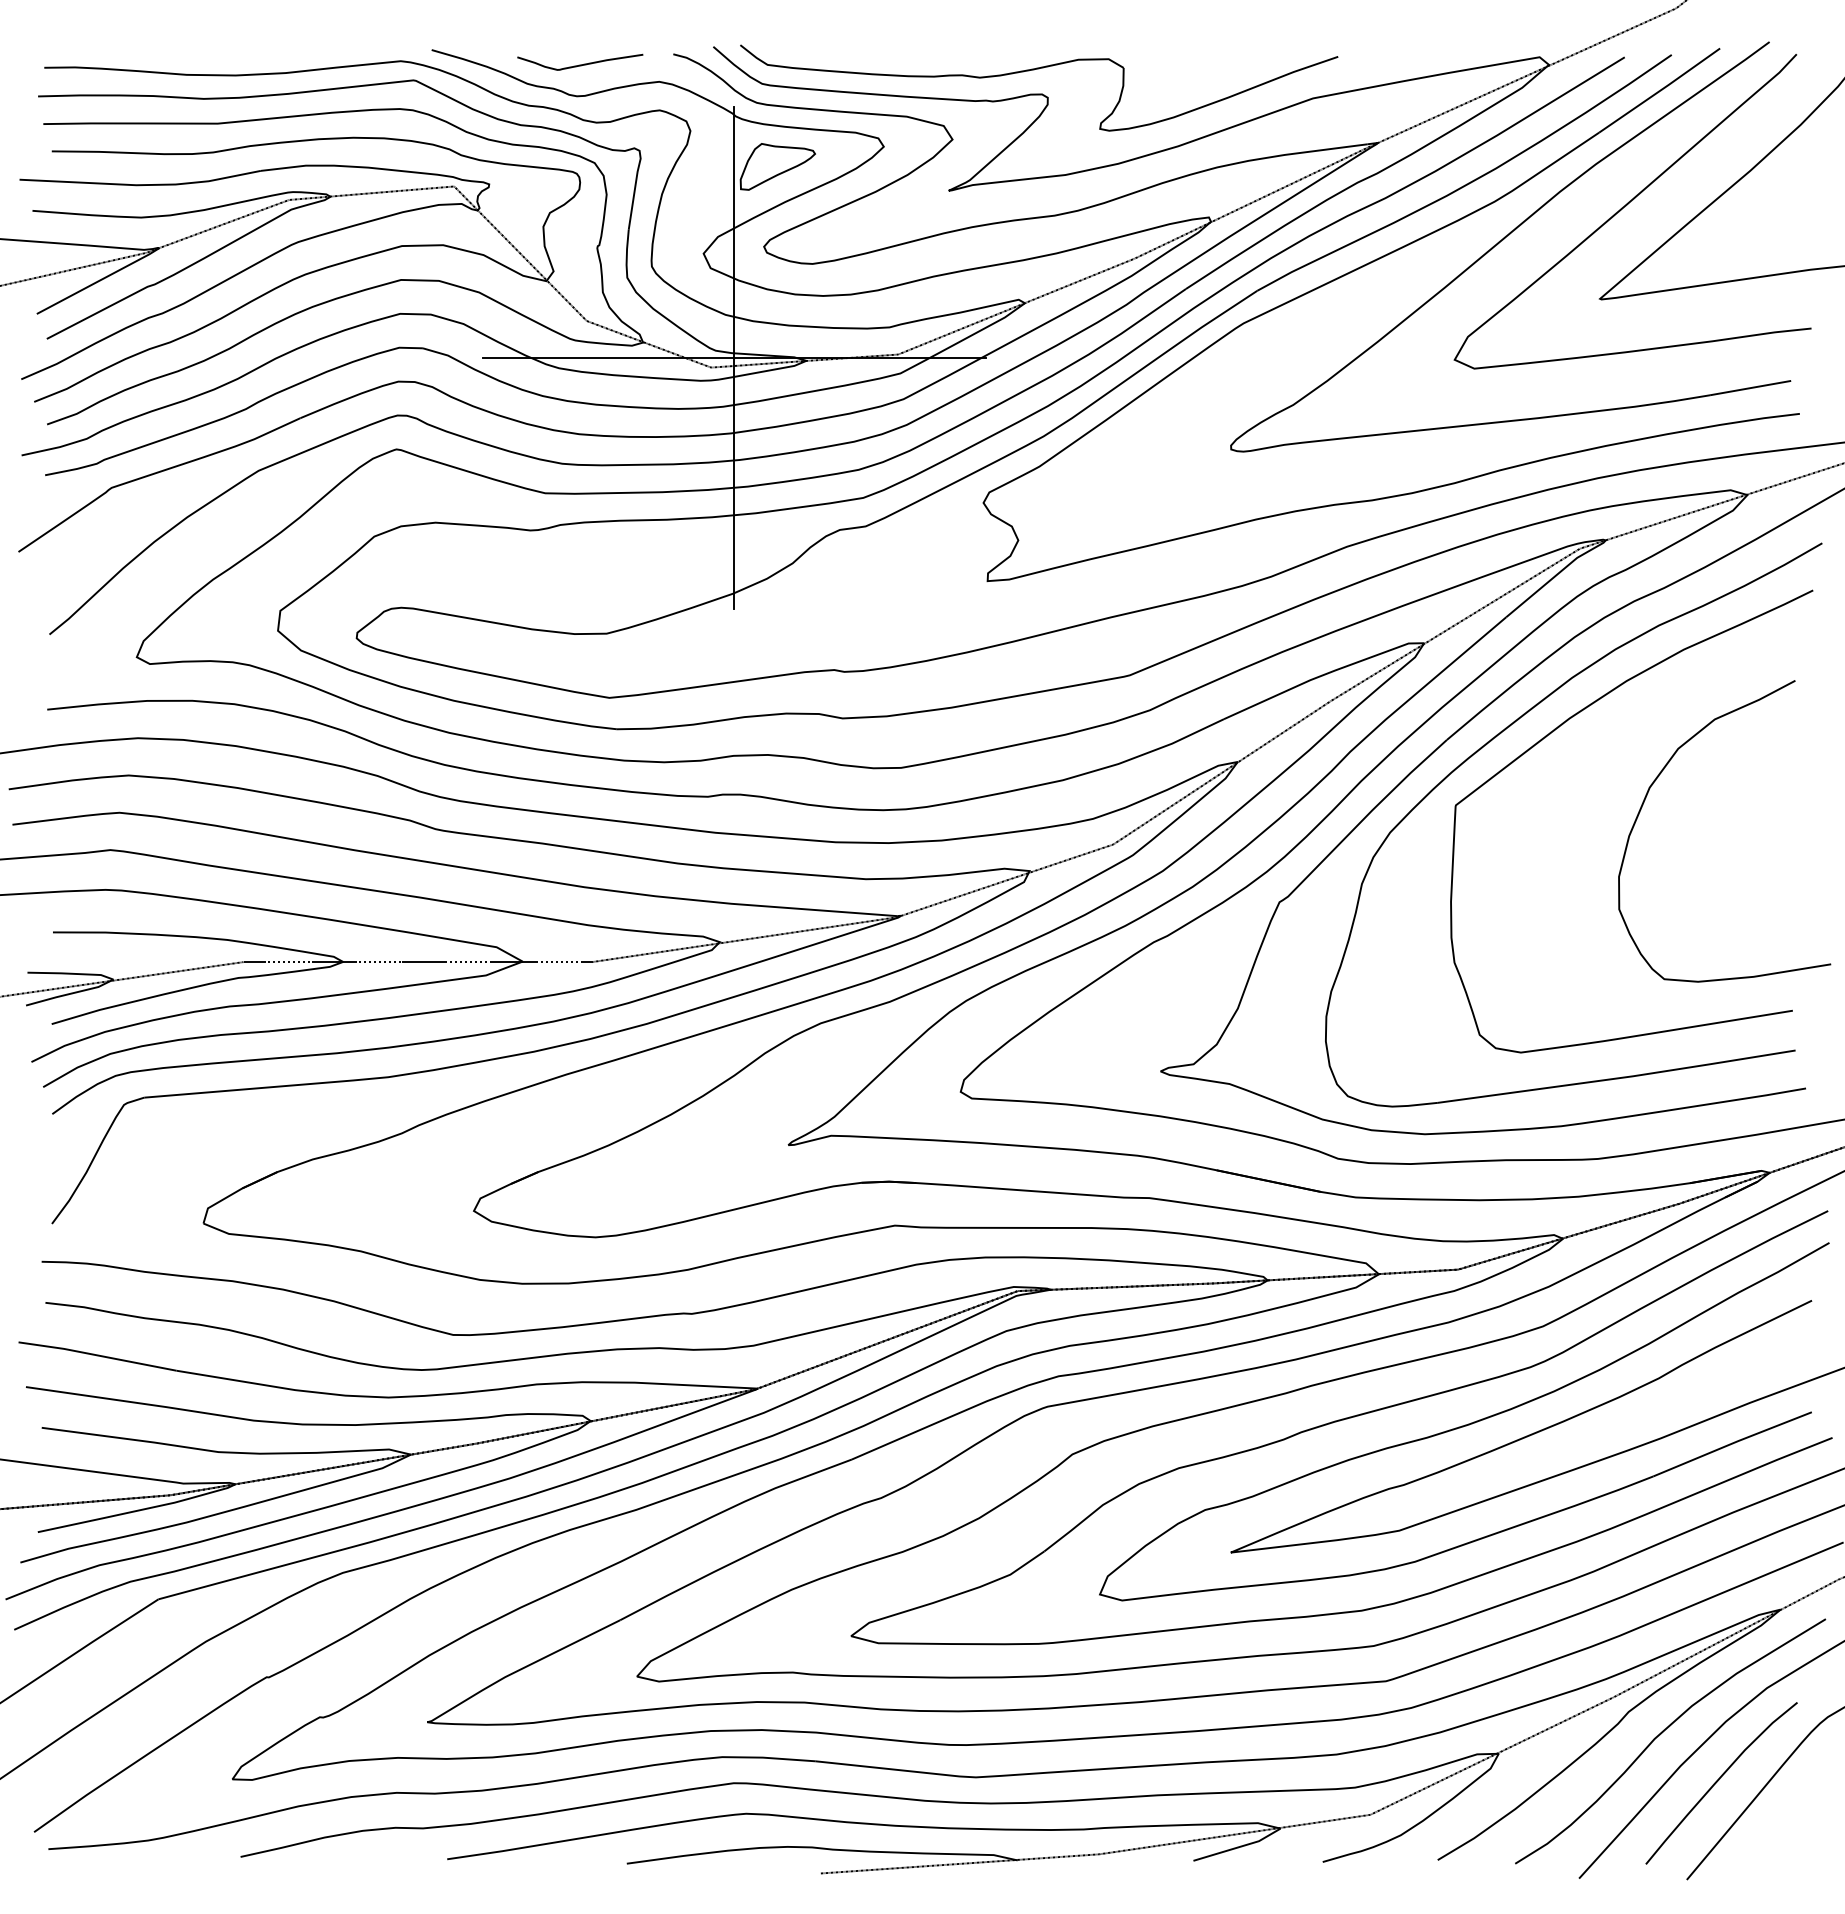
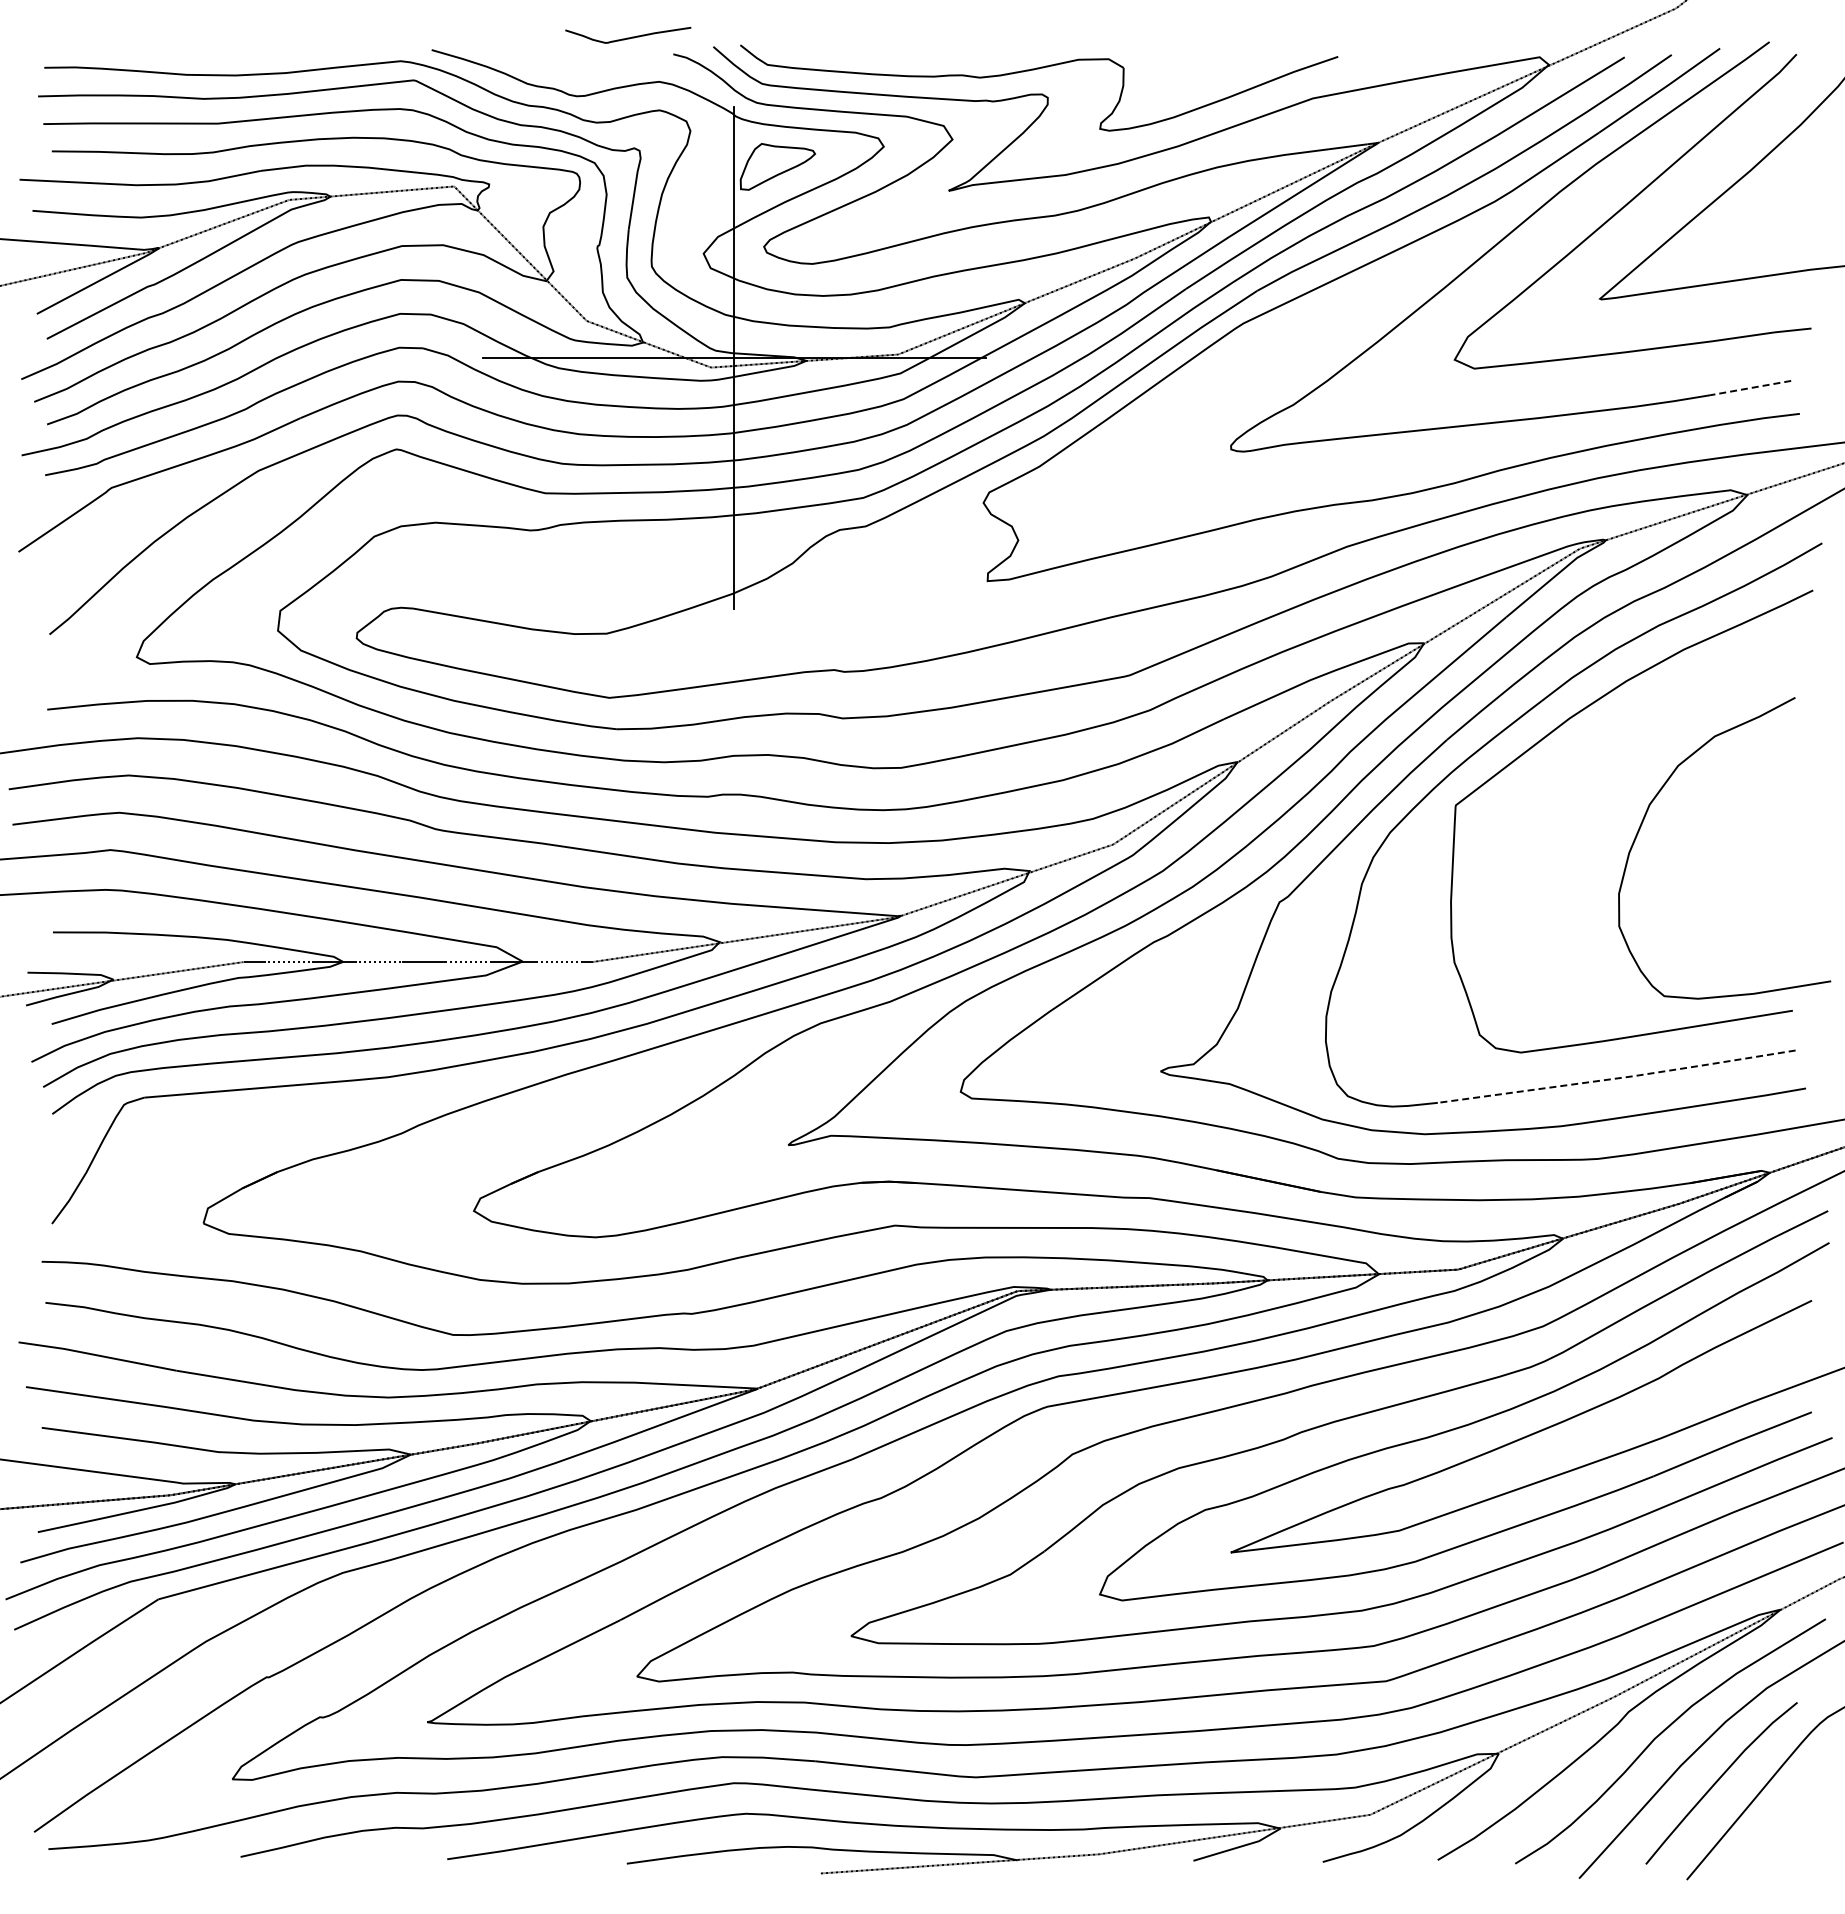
curve at (580, 64) position: (580, 64) -> (628, 37)
line at (1750, 388): solid -> dashed
curve at (1646, 798) position: (1646, 798) -> (1646, 815)
line at (1617, 1078): solid -> dashed
